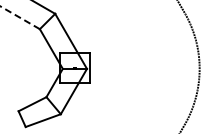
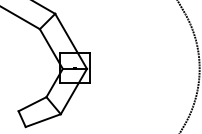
line at (20, 17): dashed -> solid
